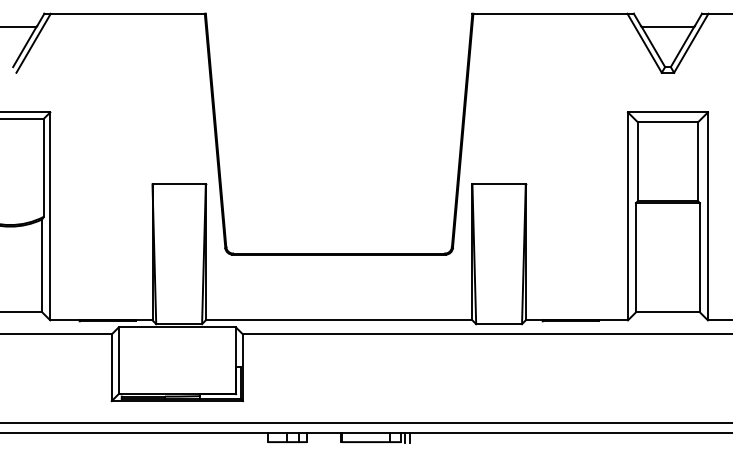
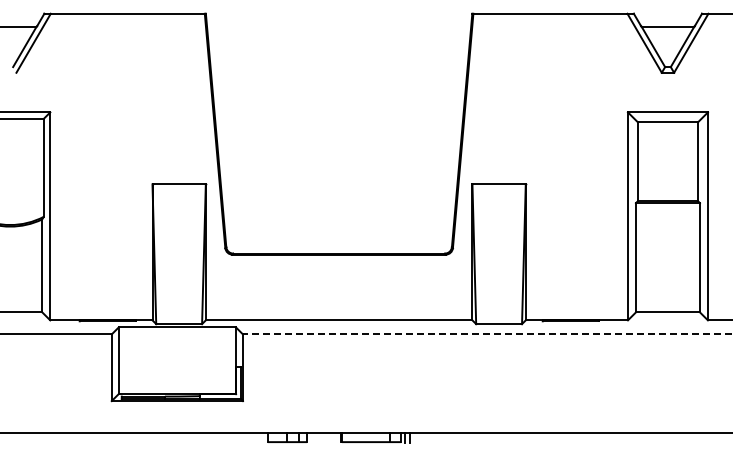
line at (487, 334): solid -> dashed
line at (365, 422): present -> none
